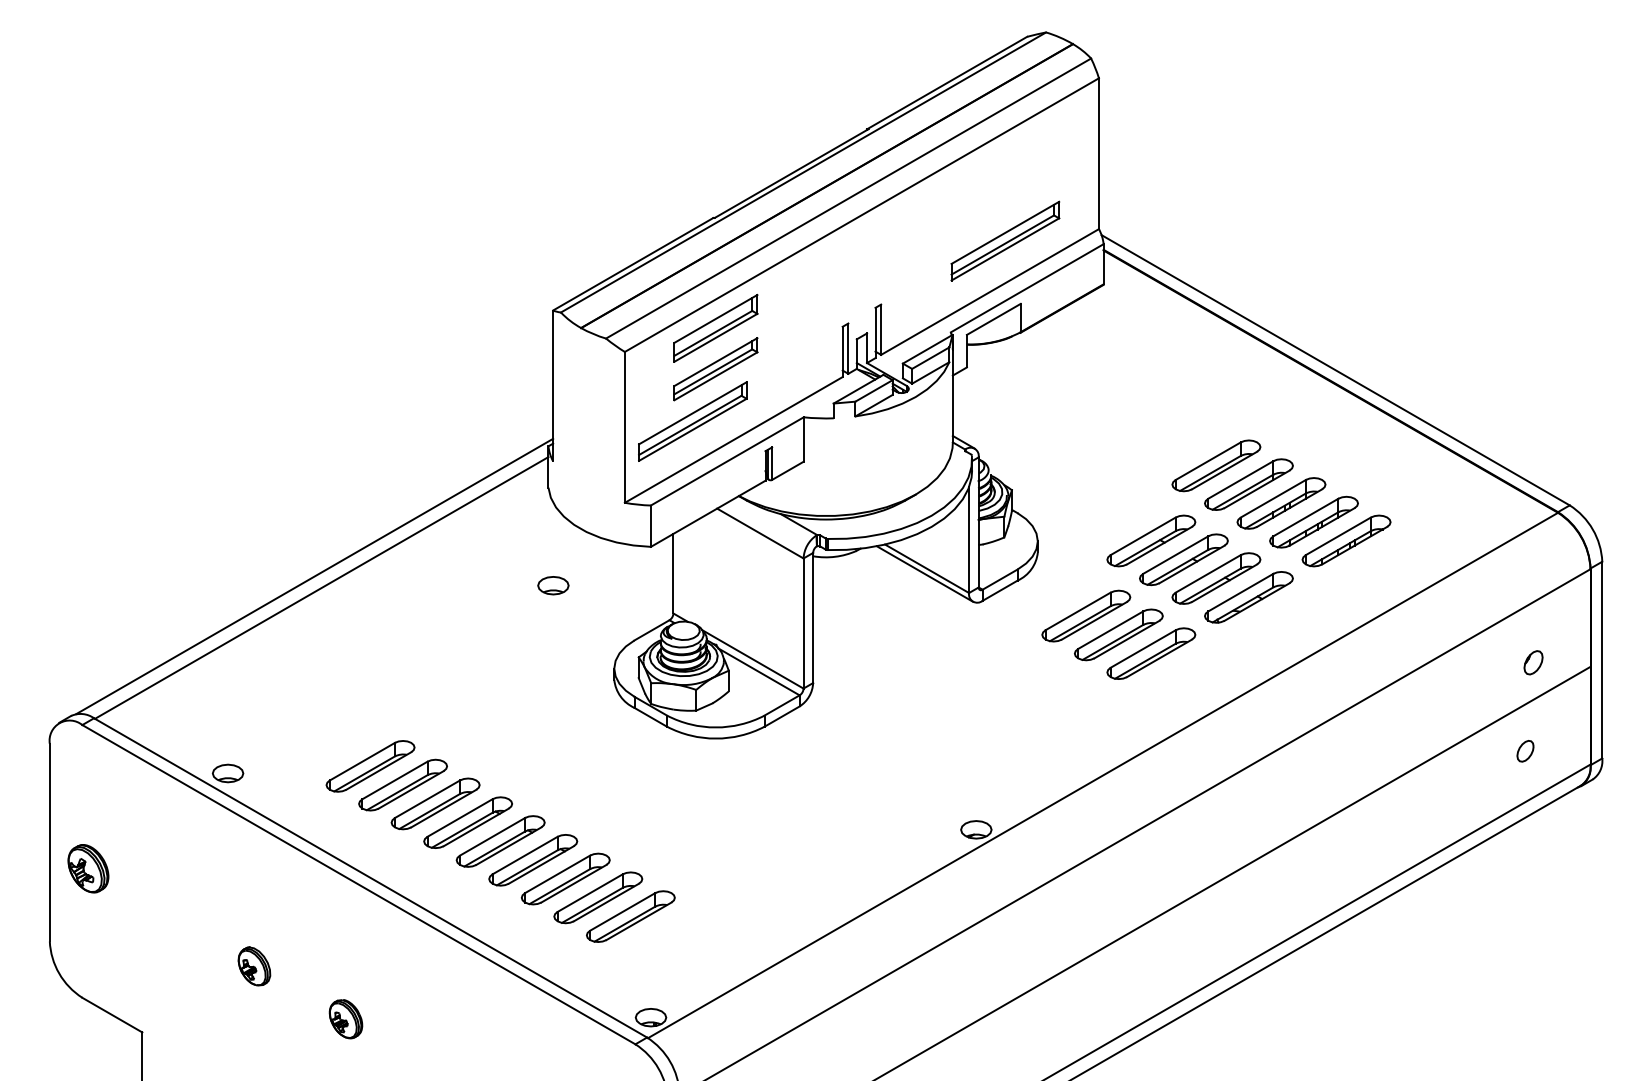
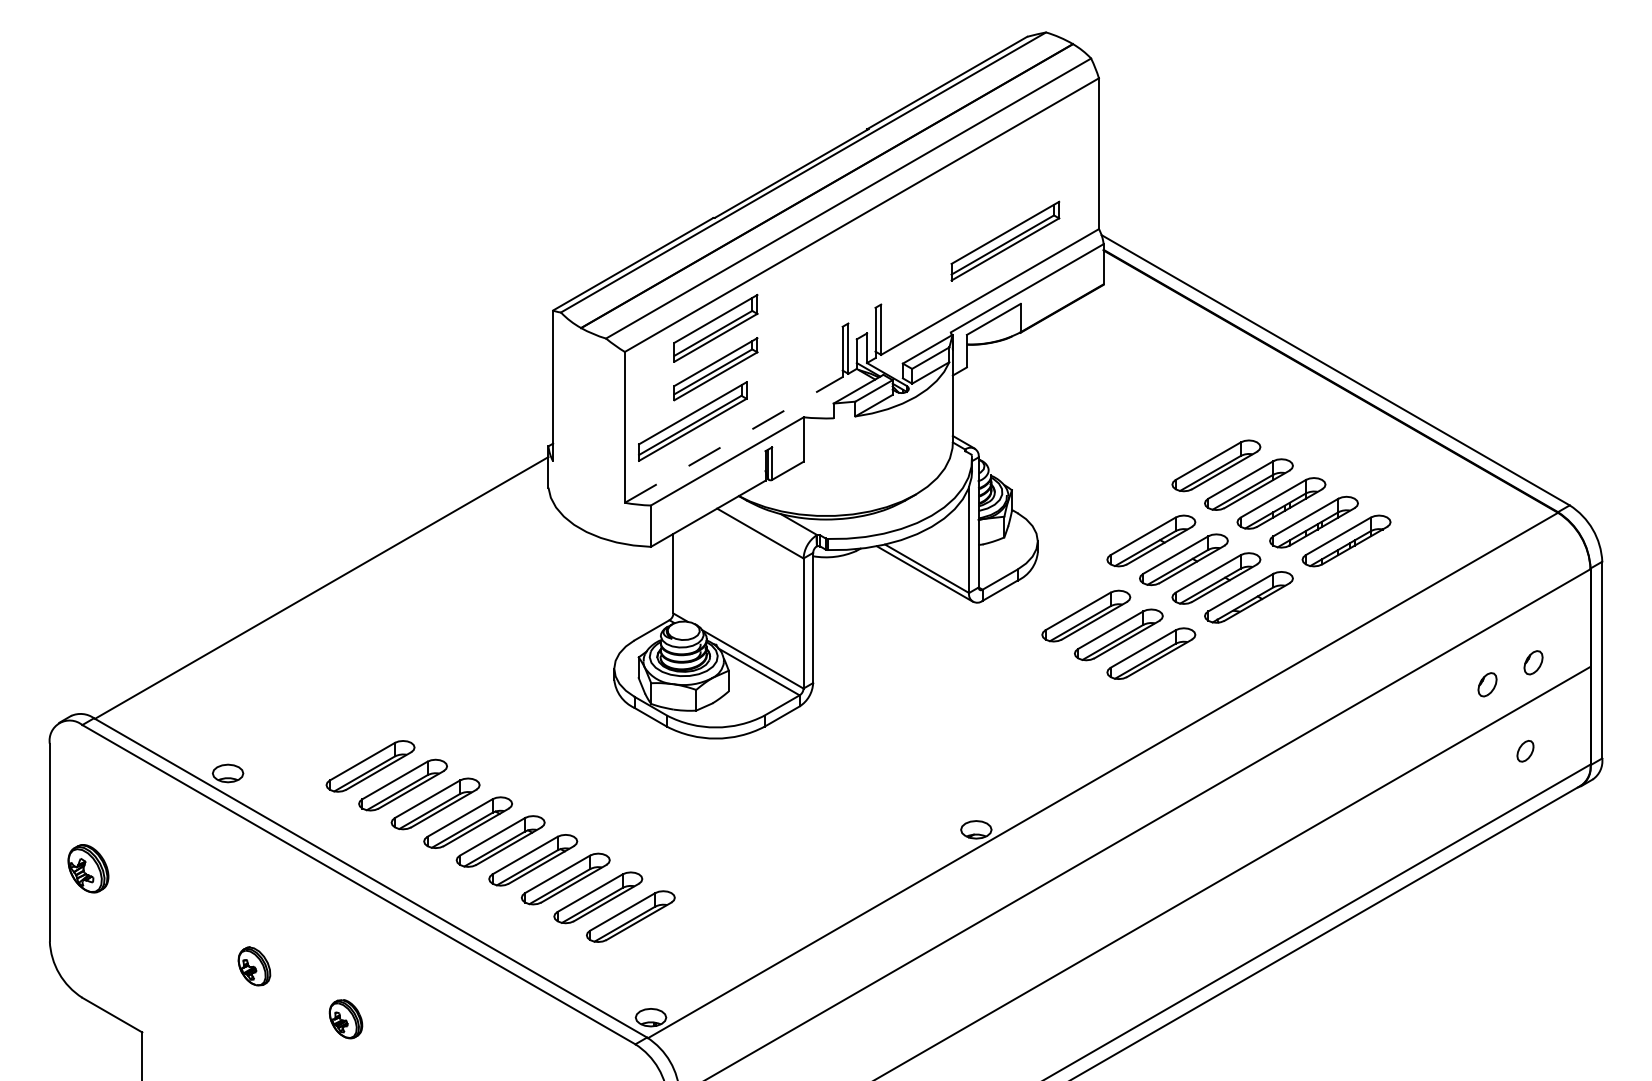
line at (733, 439): solid -> dashed
line at (314, 576): present -> none
part at (553, 585): present -> none
part at (1487, 684): none -> present
